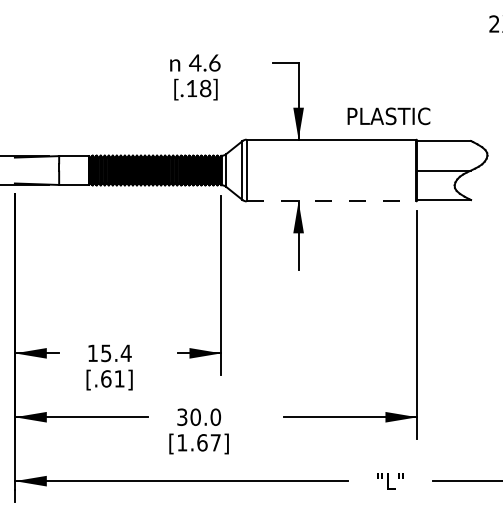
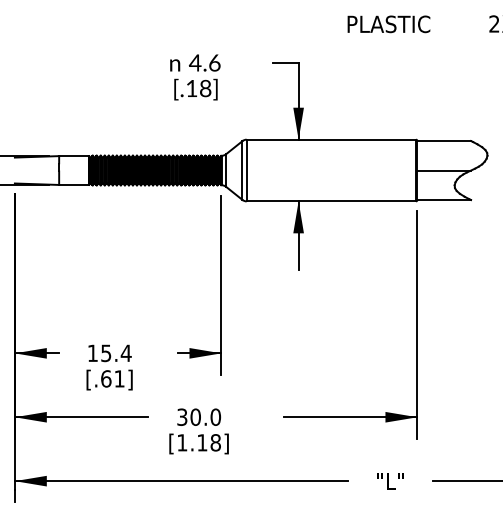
text at (388, 116) position: (388, 116) -> (388, 24)
line at (331, 201): dashed -> solid
text at (208, 442): [1.67] -> [1.18]
